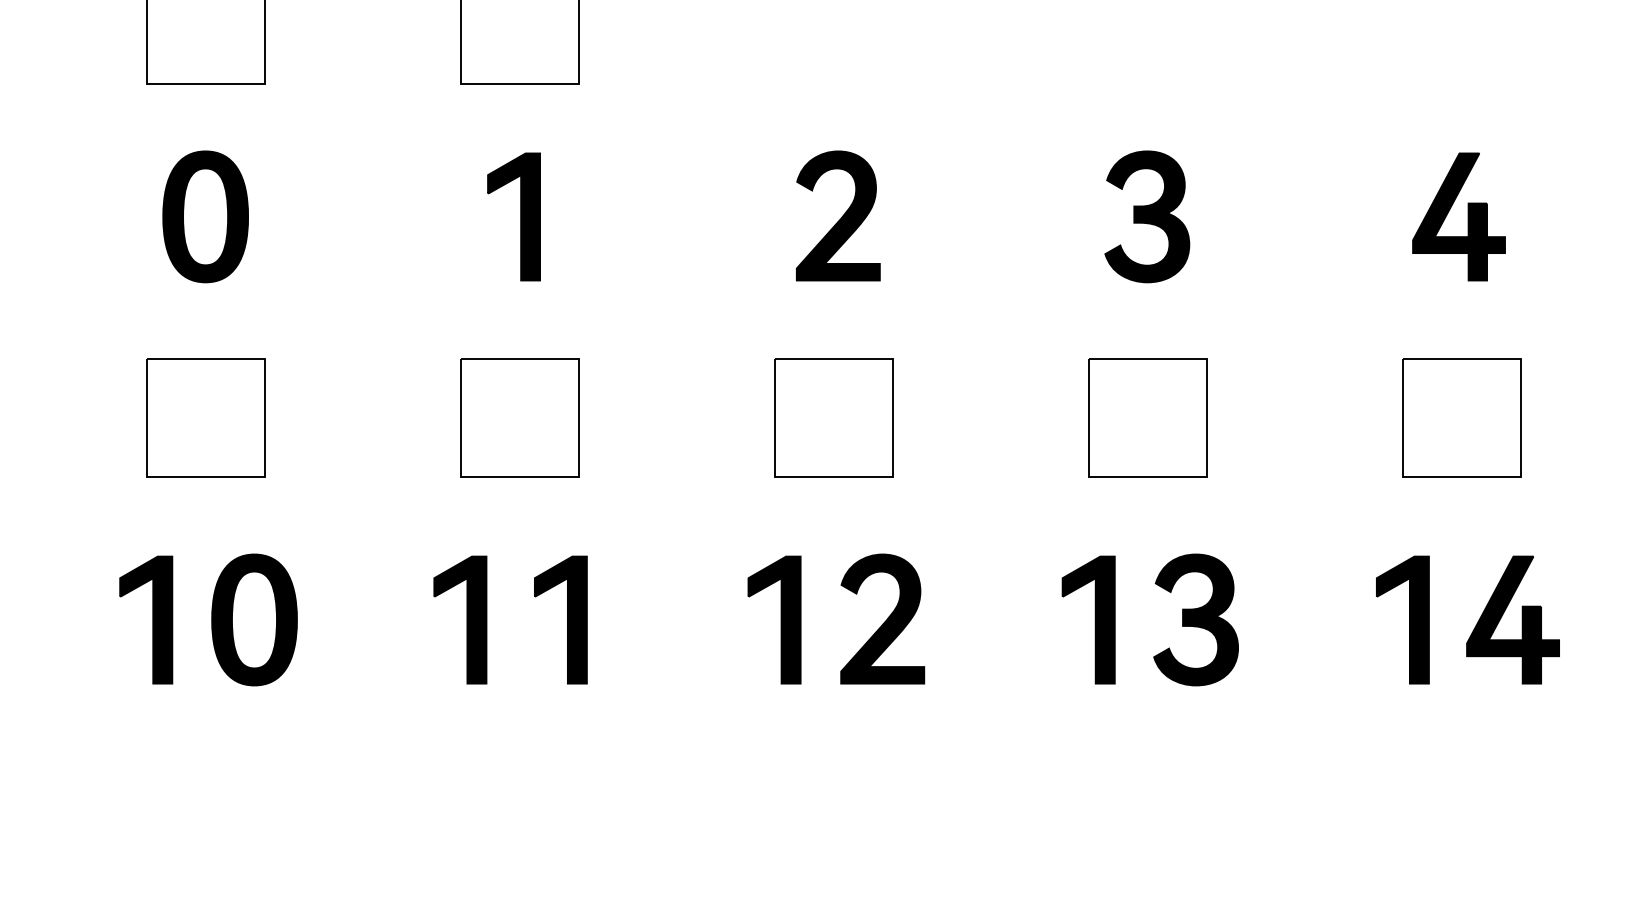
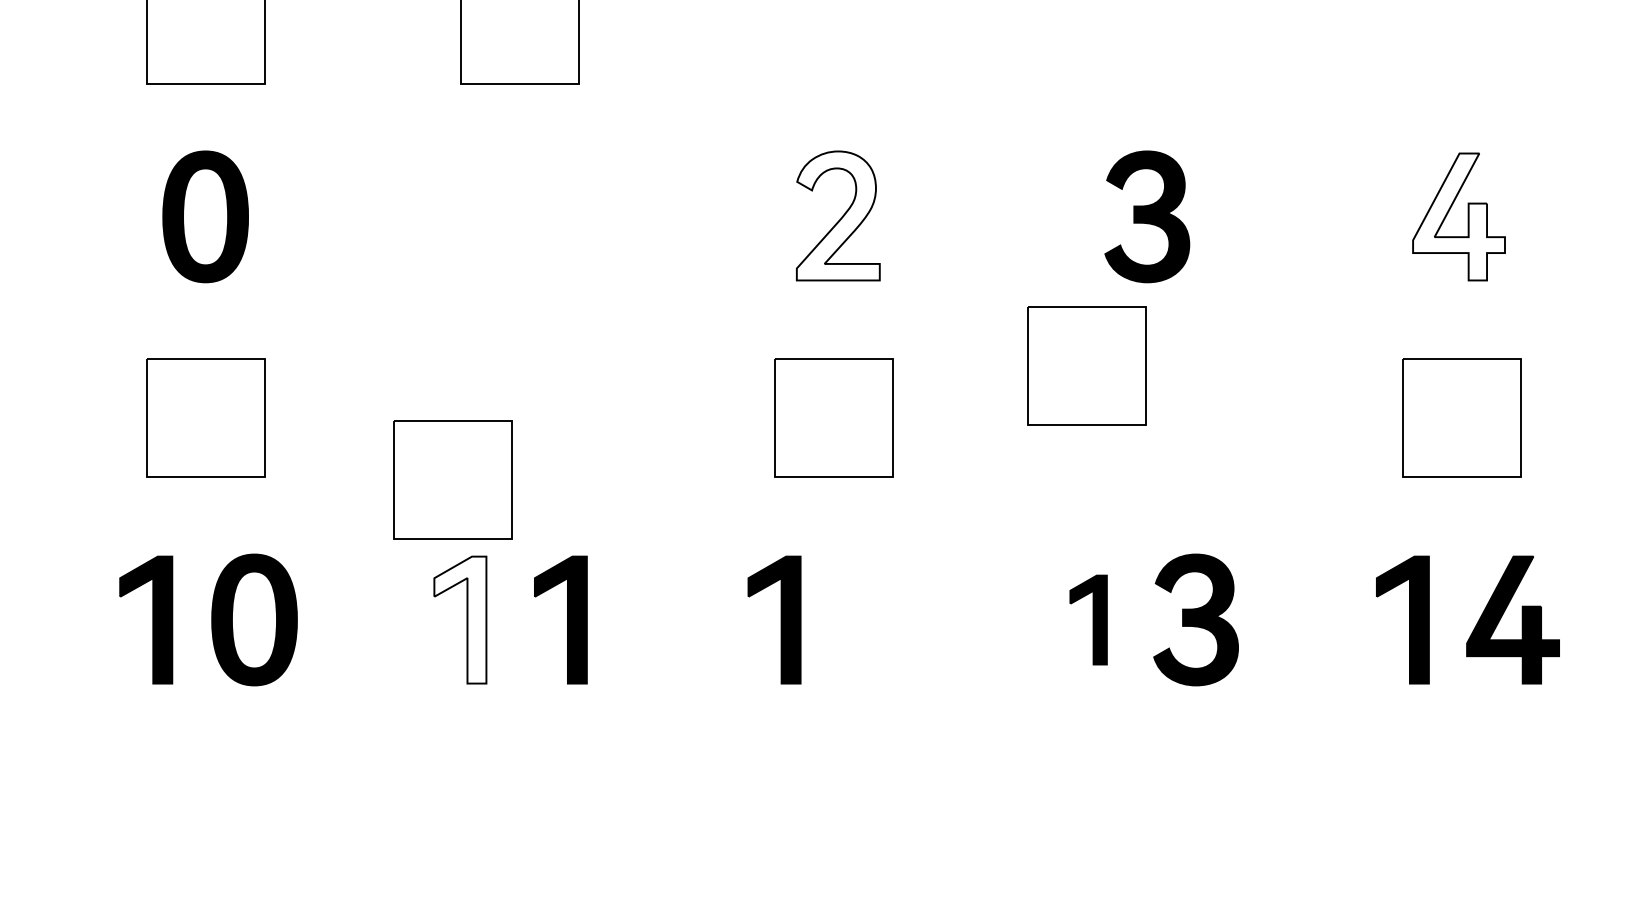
fill at (837, 215): present -> none
part at (520, 216): present -> none
fill at (1458, 216): present -> none
part at (519, 417) position: (519, 417) -> (452, 479)
part at (1147, 417) position: (1147, 417) -> (1086, 365)
part at (882, 618): present -> none
fill at (460, 619): present -> none
part at (1088, 619) size: 55x130 px -> 39x92 px
